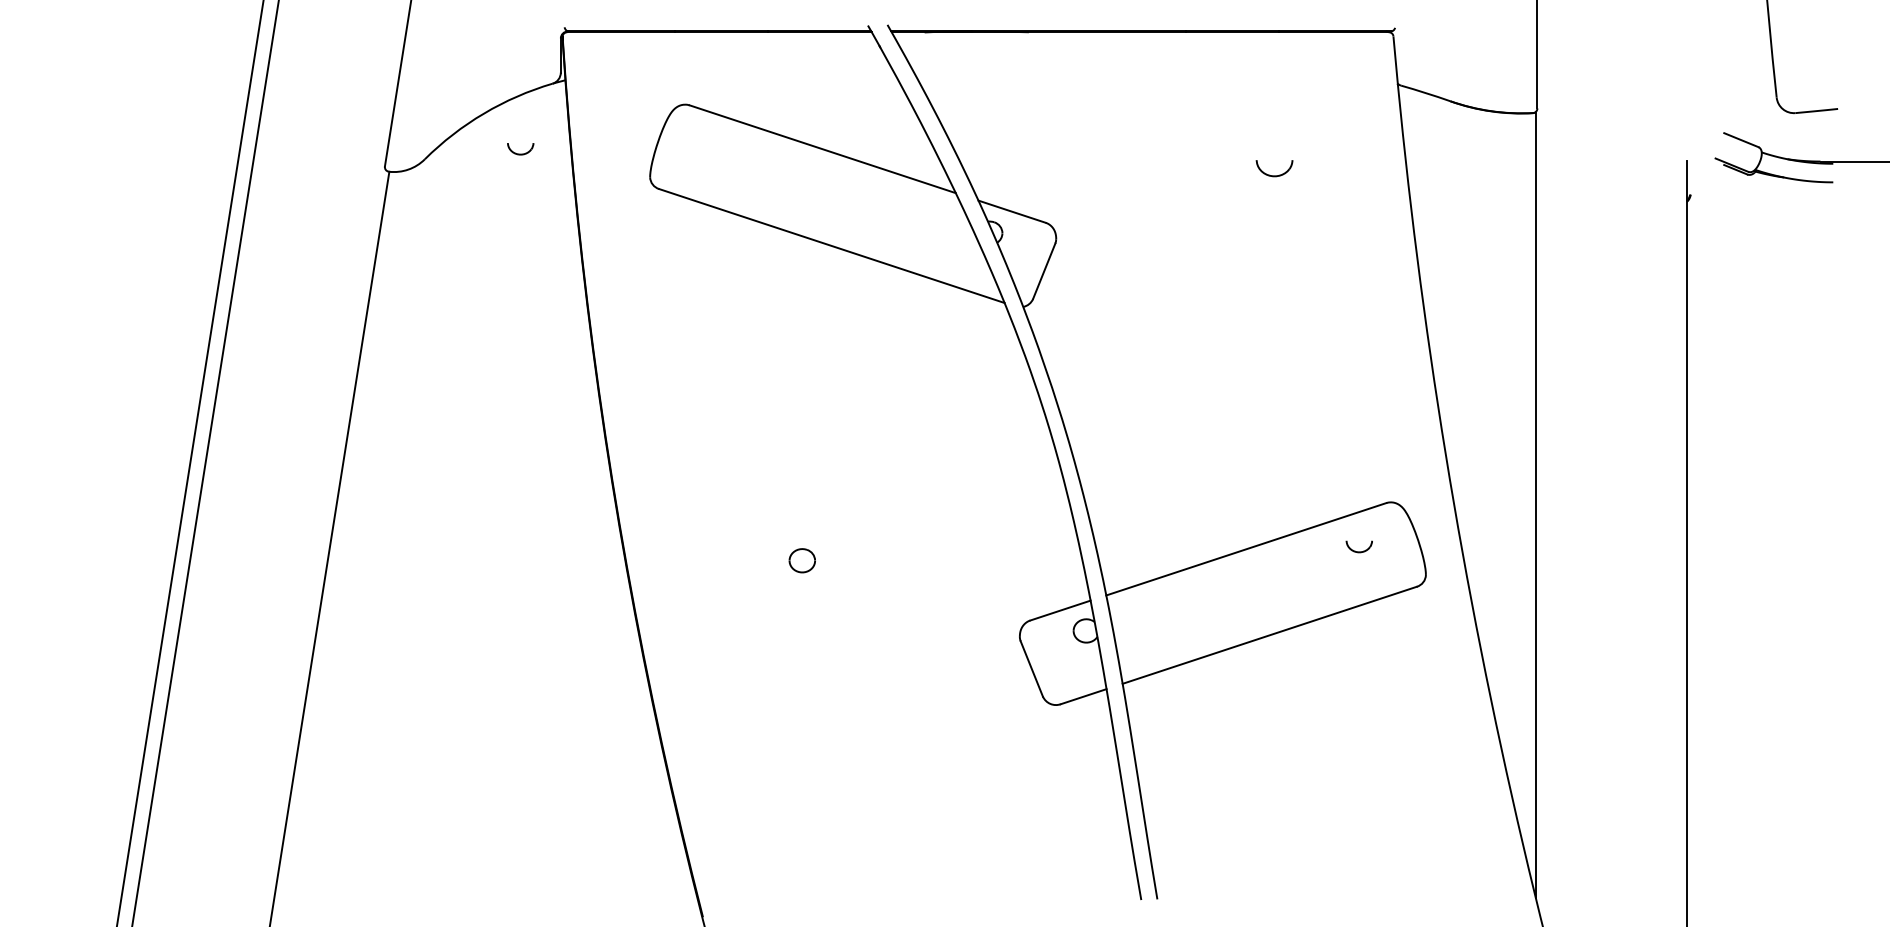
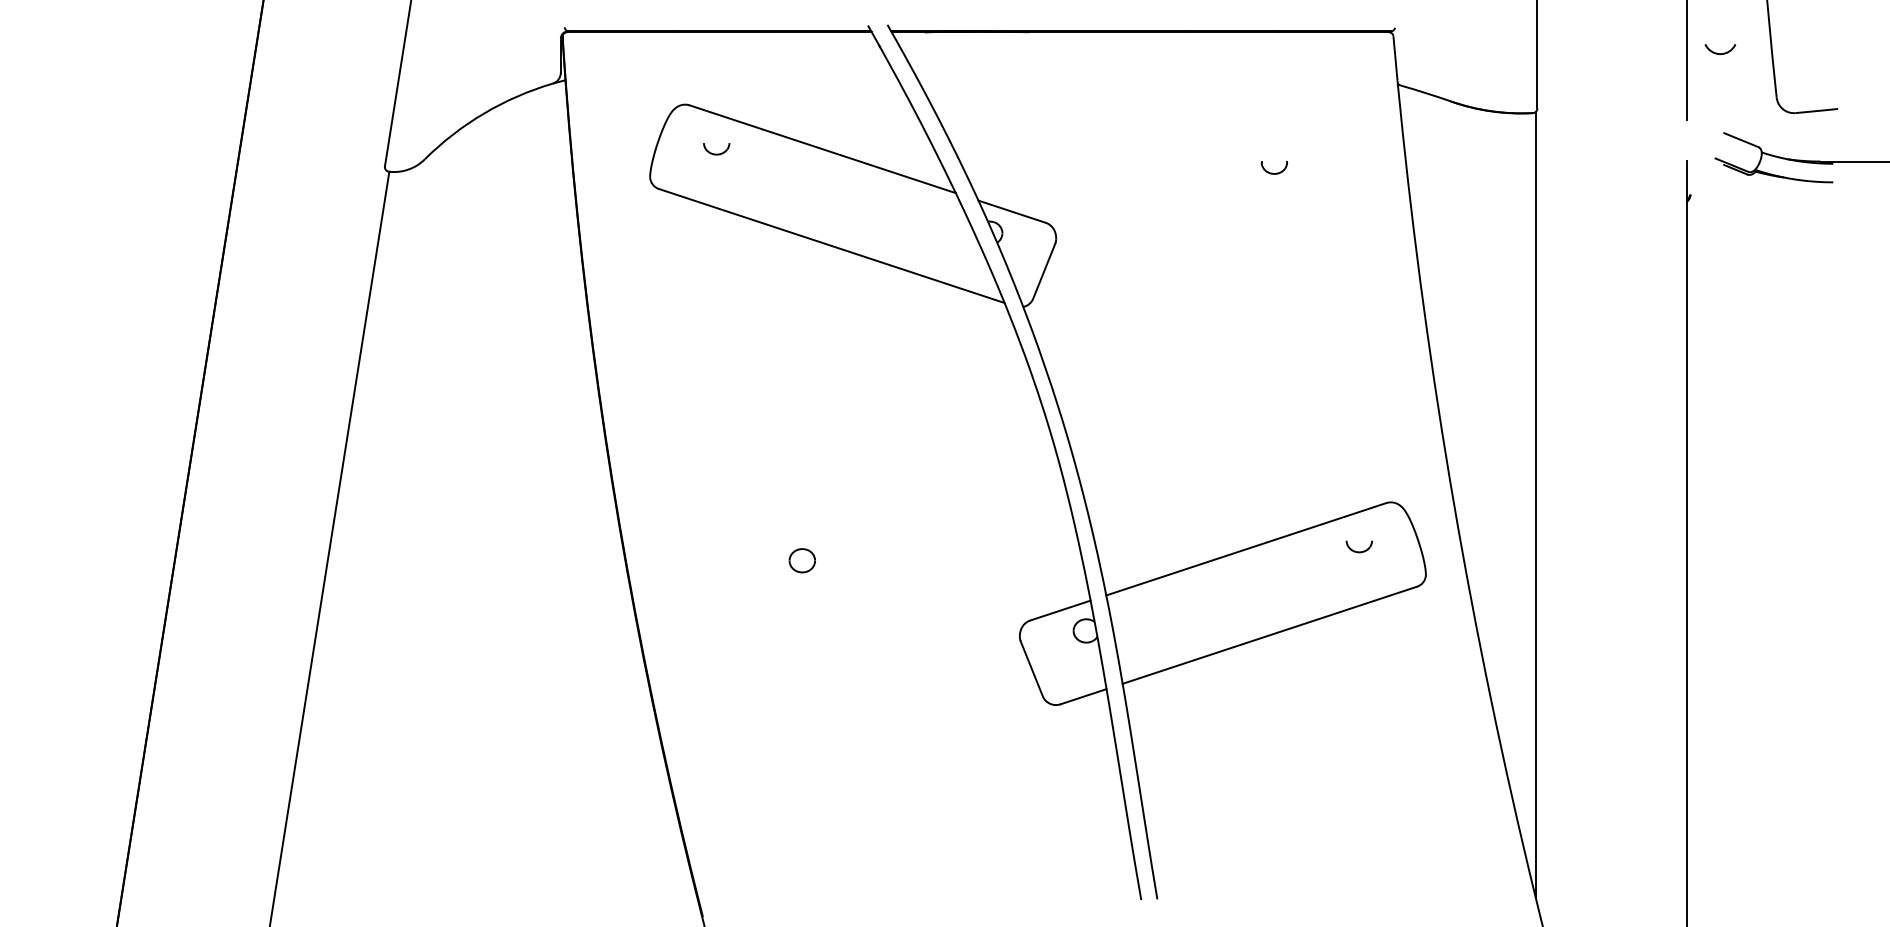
arc at (1720, 53): none -> present
line at (1686, 60): none -> present
part at (520, 149) position: (520, 149) -> (716, 149)
part at (1274, 168) size: 39x18 px -> 28x14 px
line at (205, 462) position: (205, 462) -> (190, 462)
